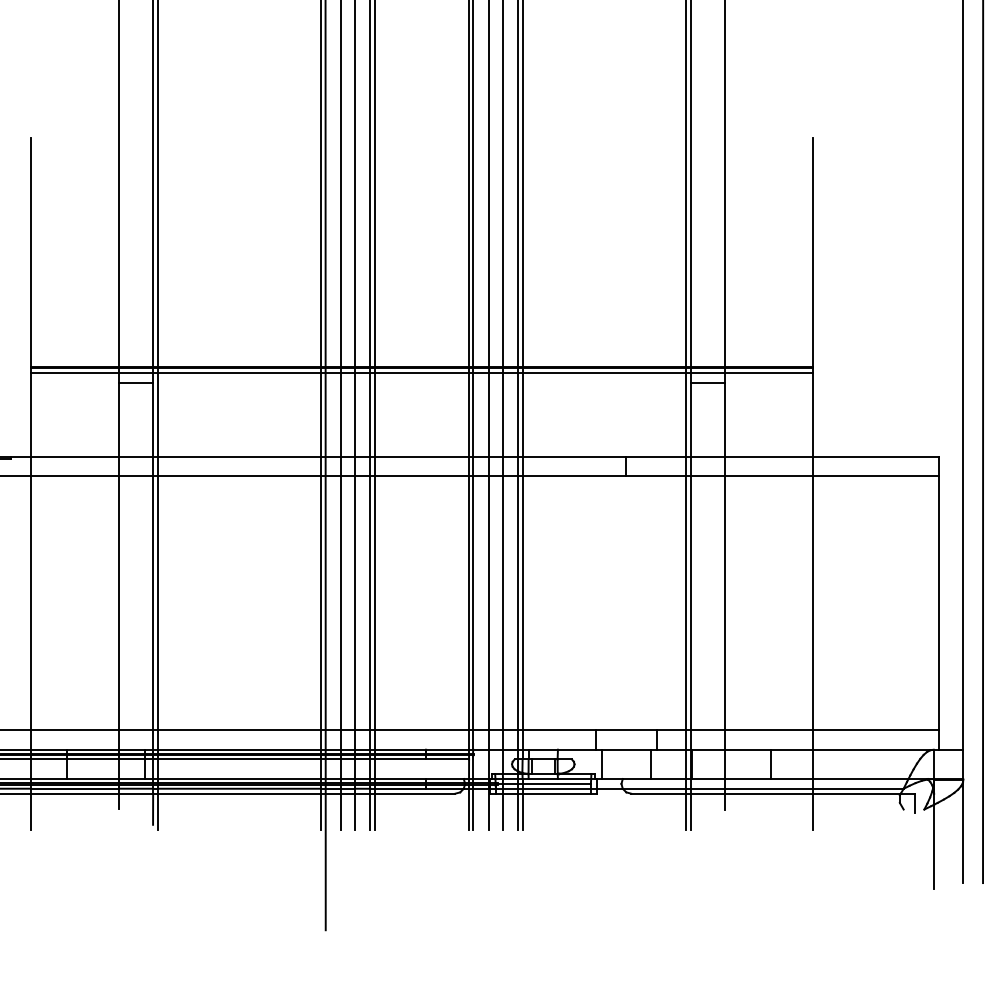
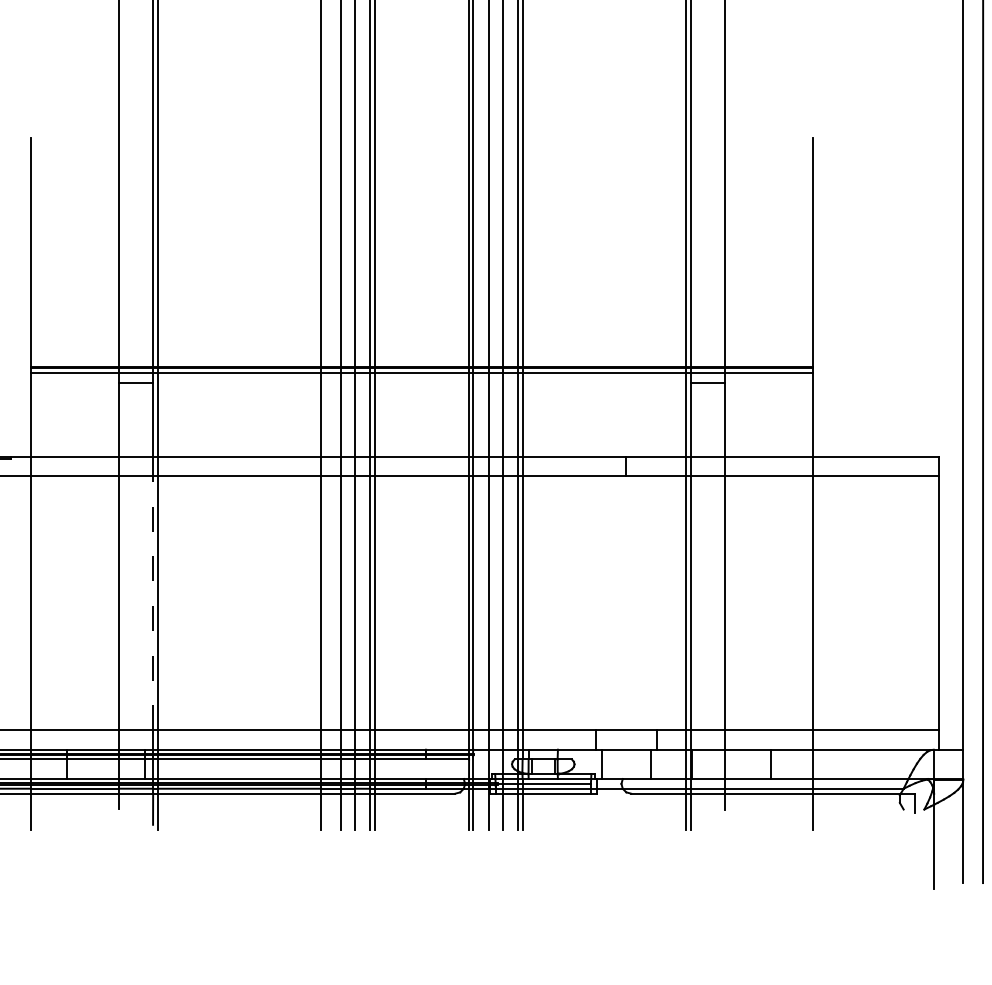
line at (325, 466): present -> none
line at (153, 602): solid -> dashed
